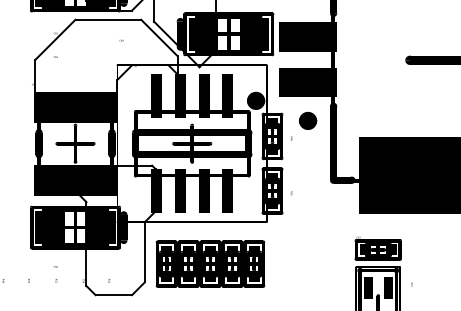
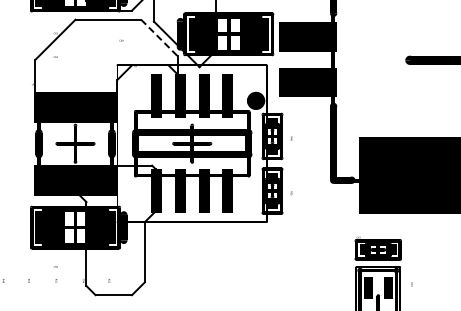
line at (159, 37): solid -> dashed
part at (308, 120): present -> none
part at (210, 263): present -> none
